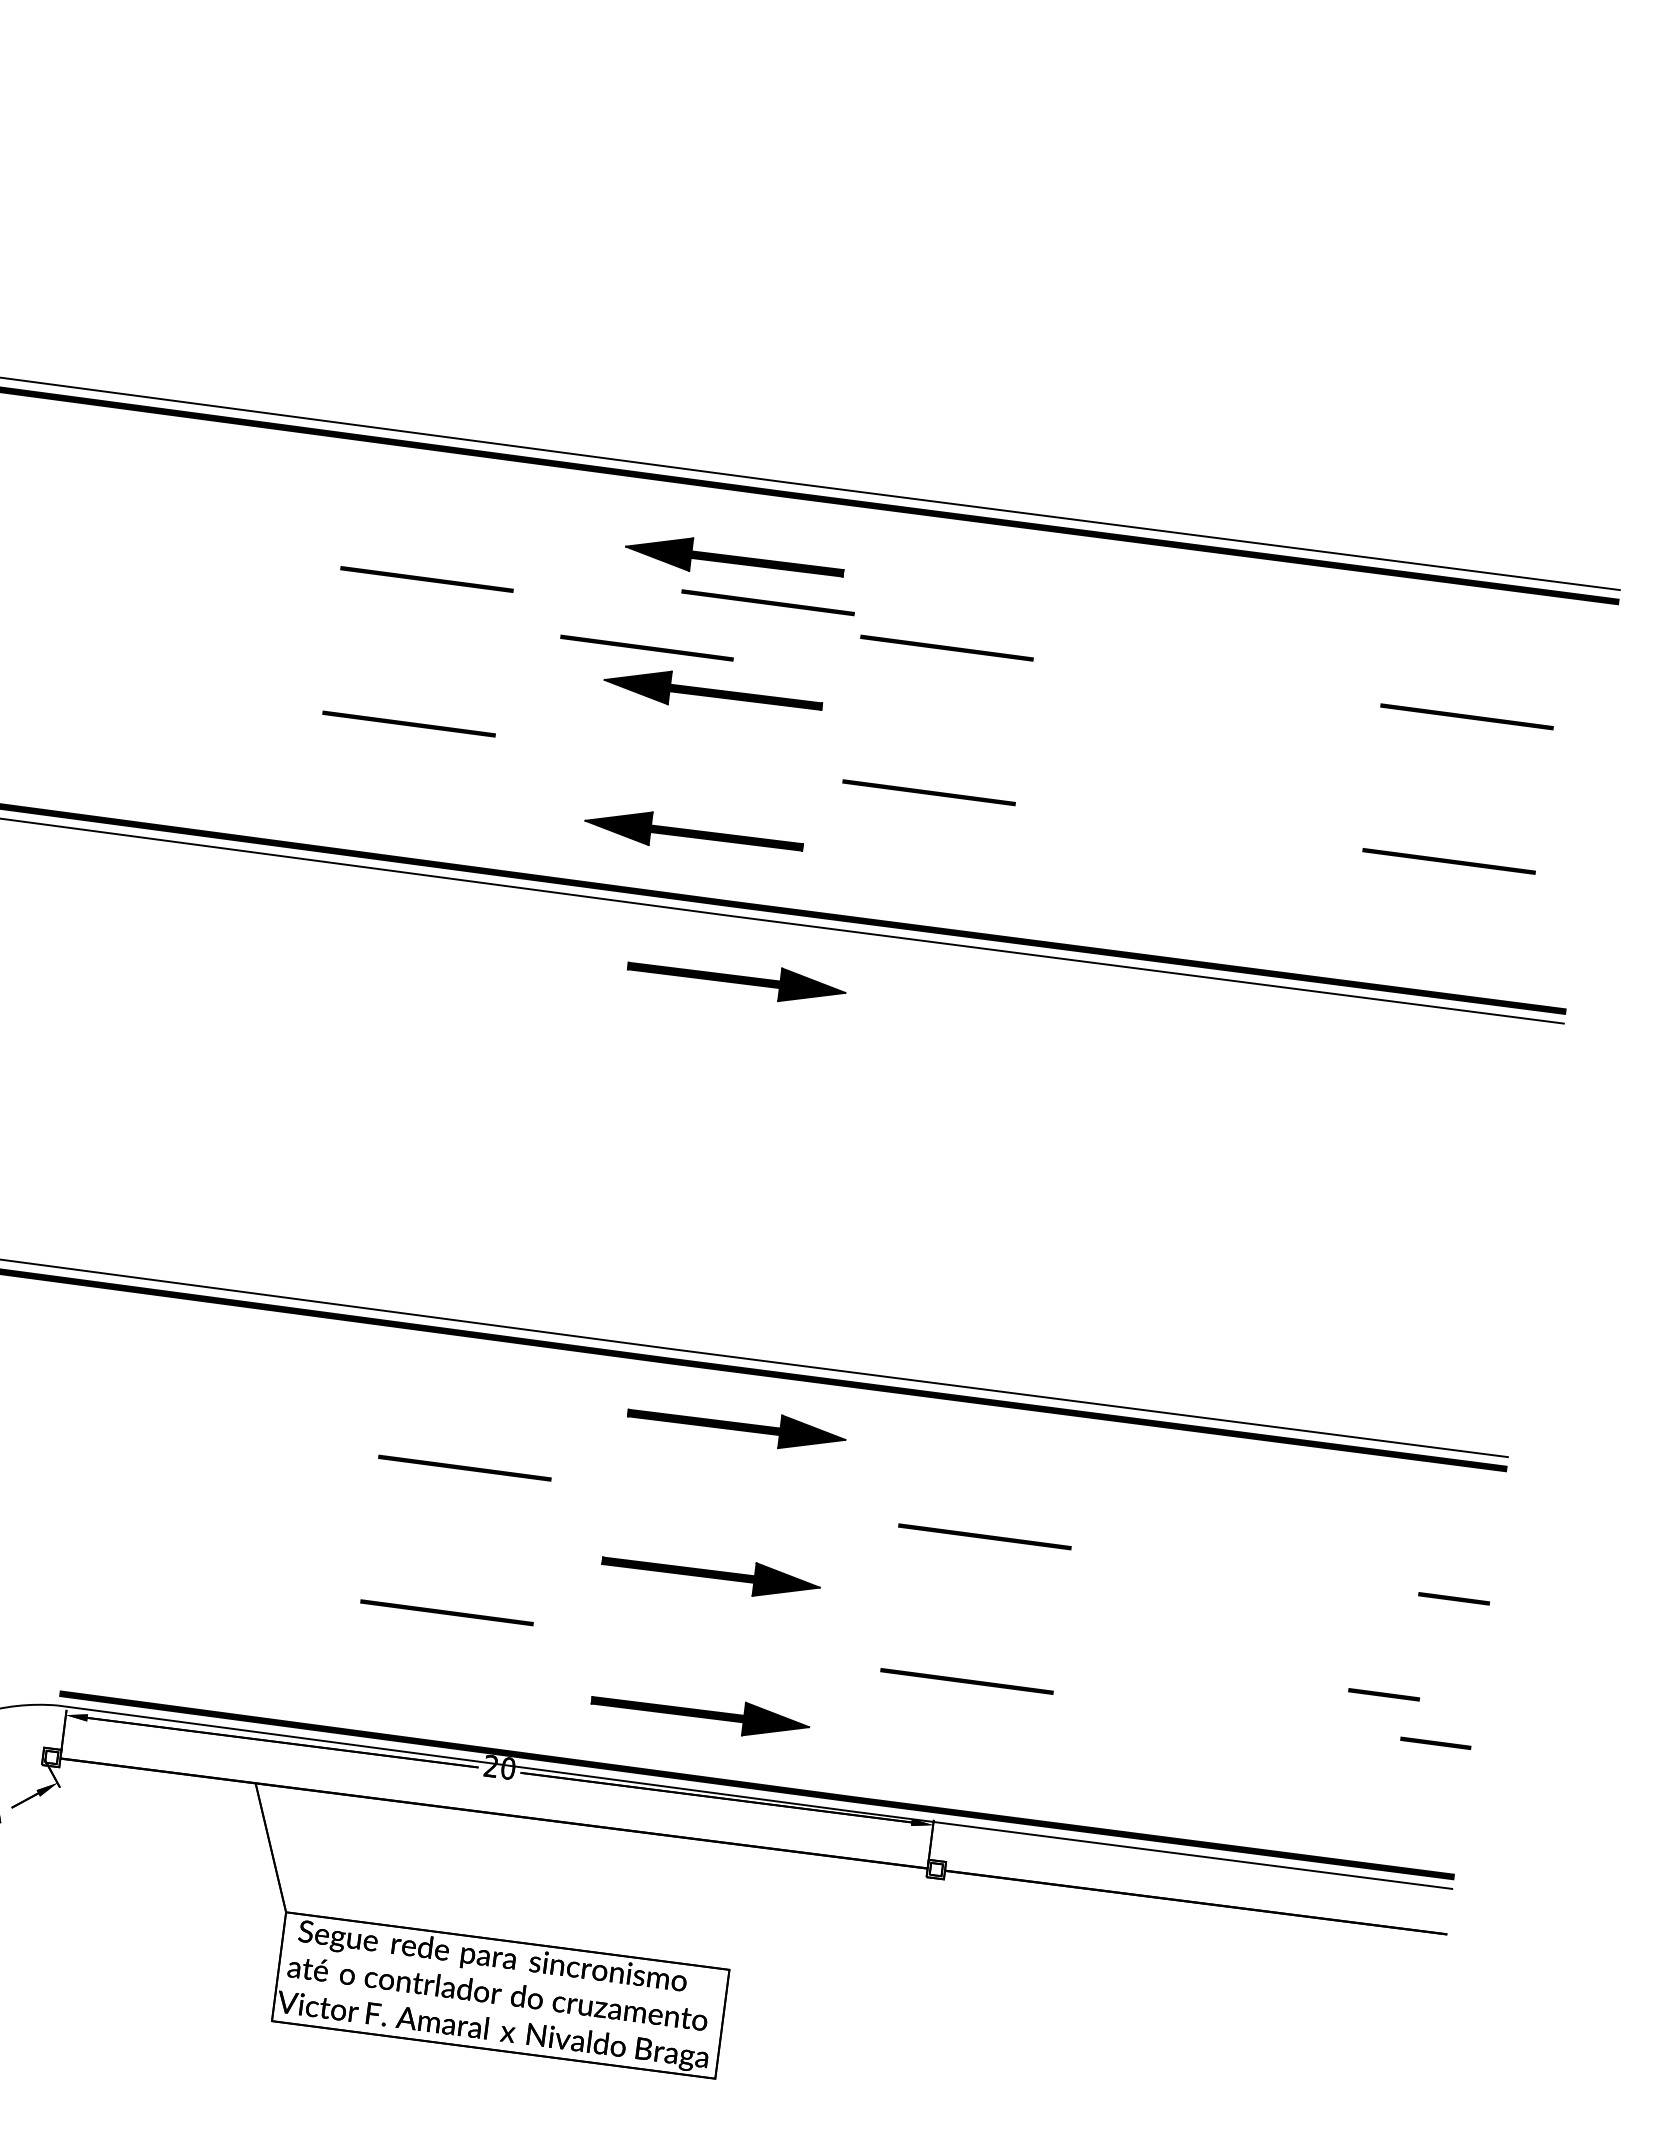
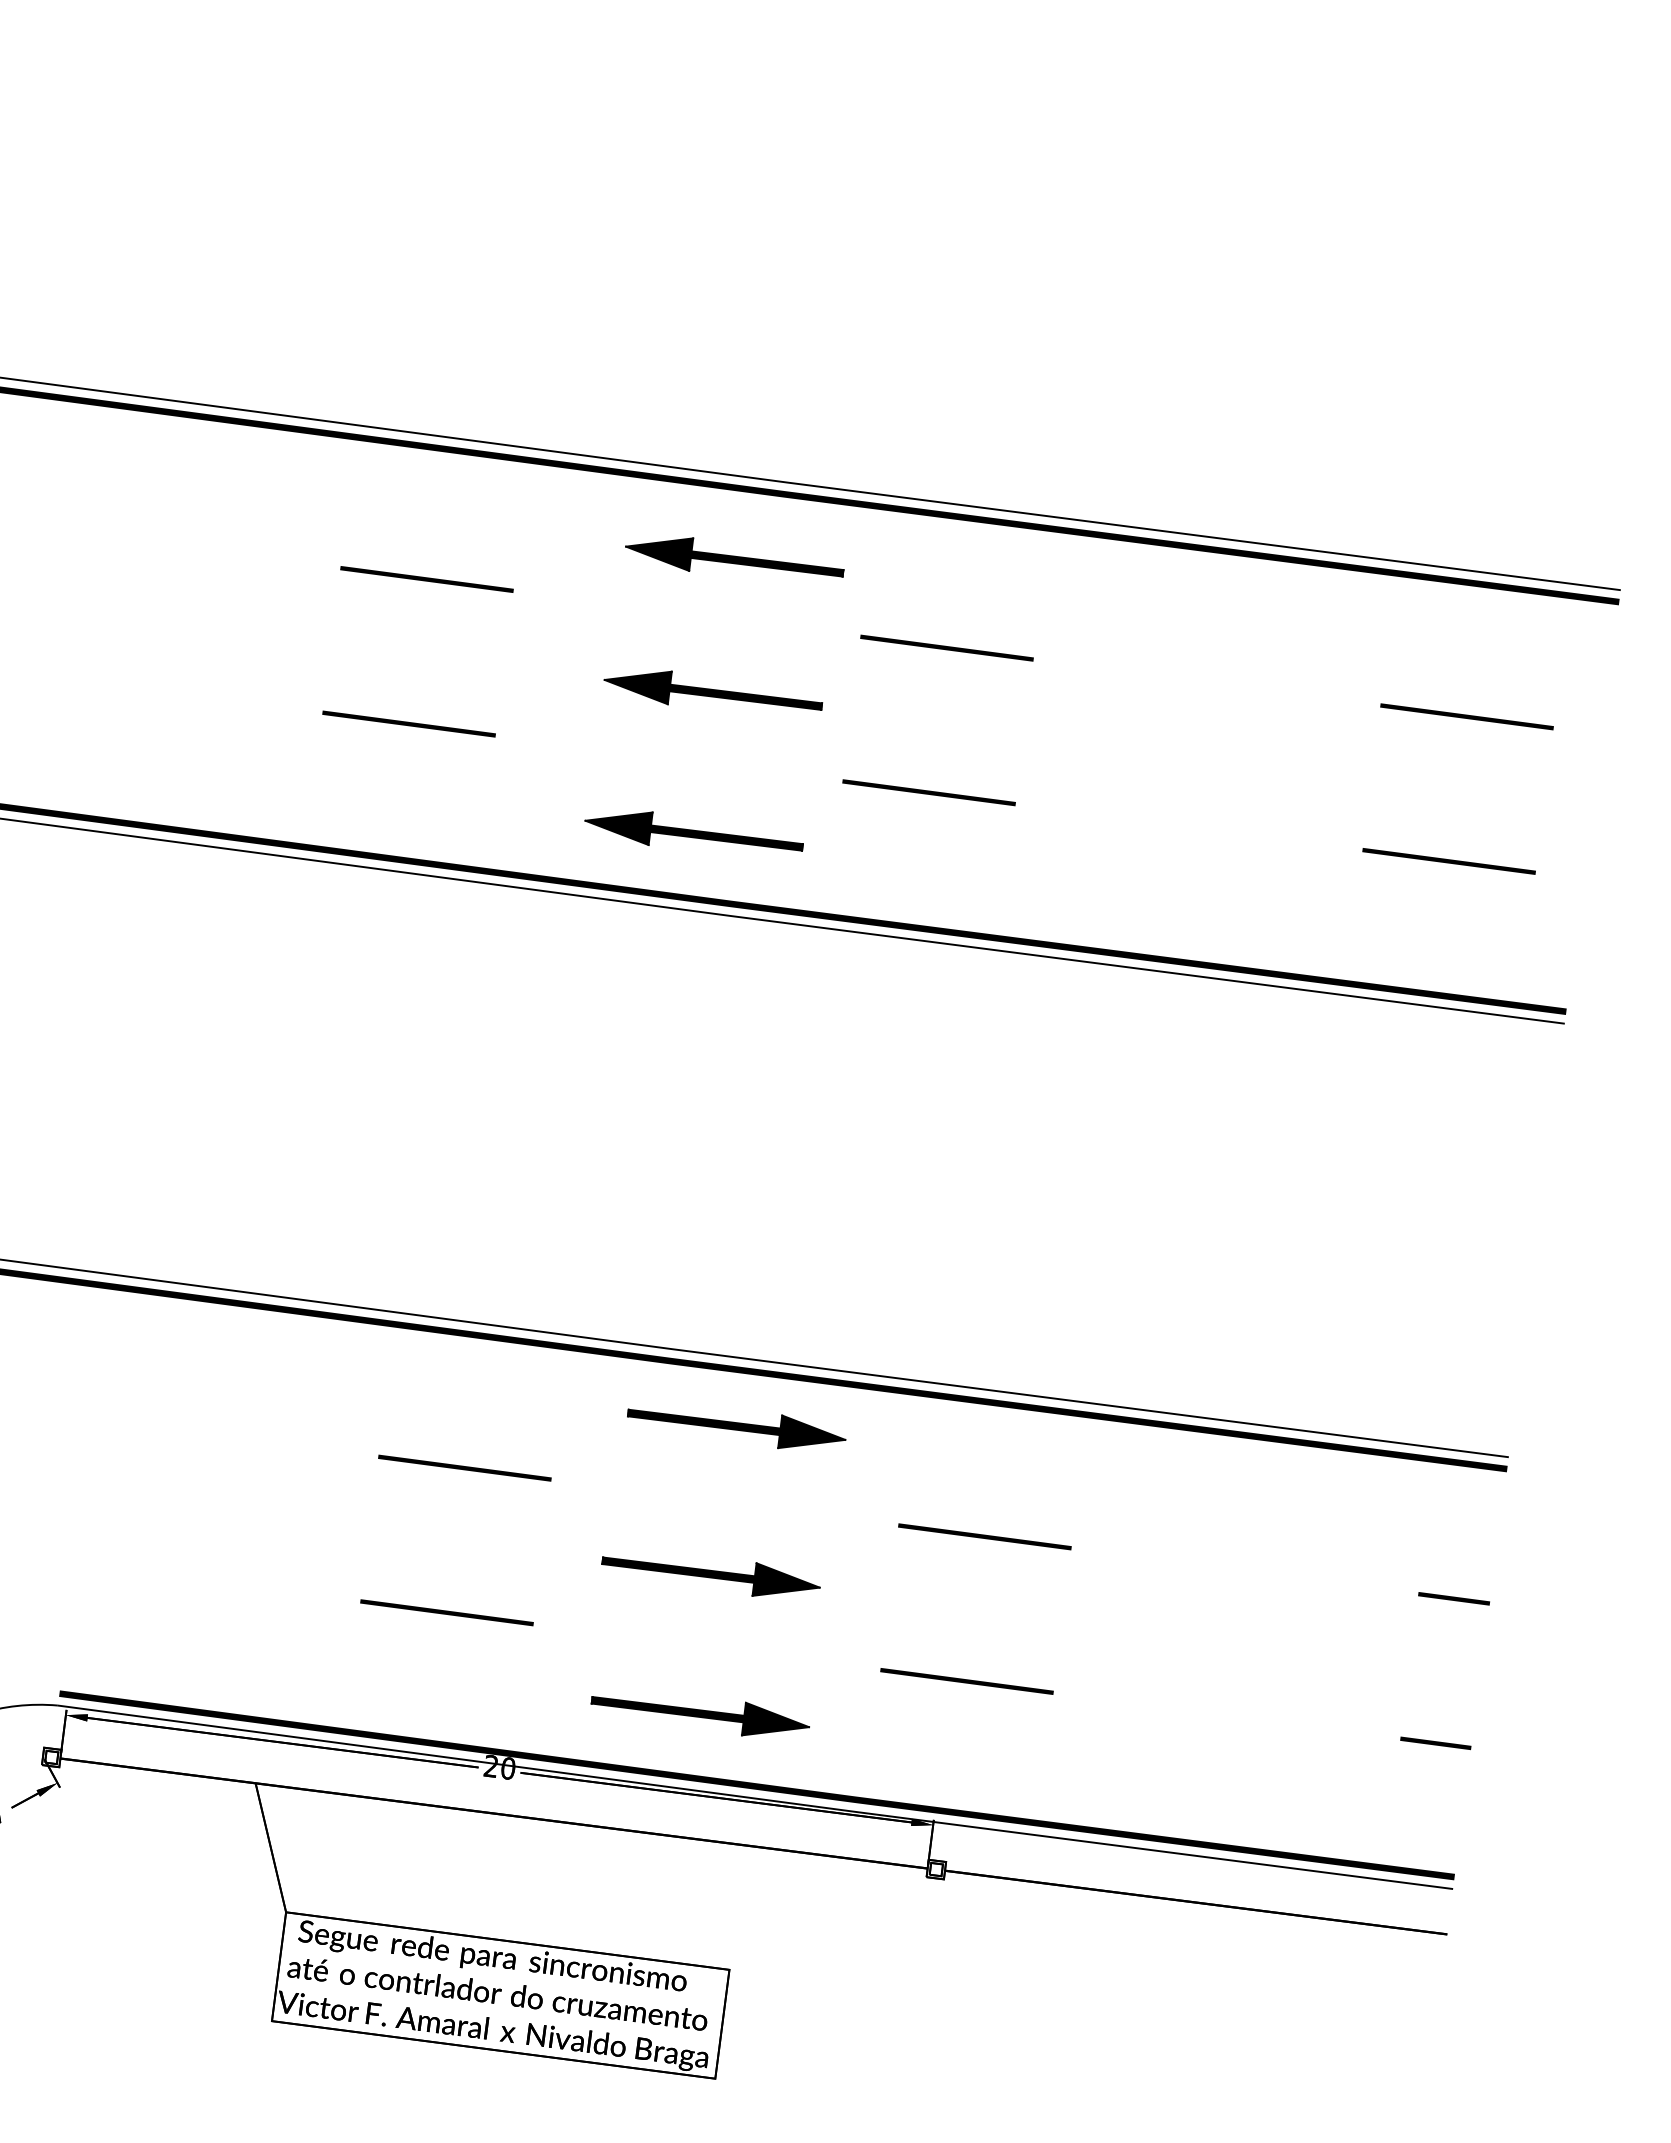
line at (767, 602): present -> none
line at (646, 647): present -> none
part at (736, 981): present -> none
line at (1384, 1694): present -> none
